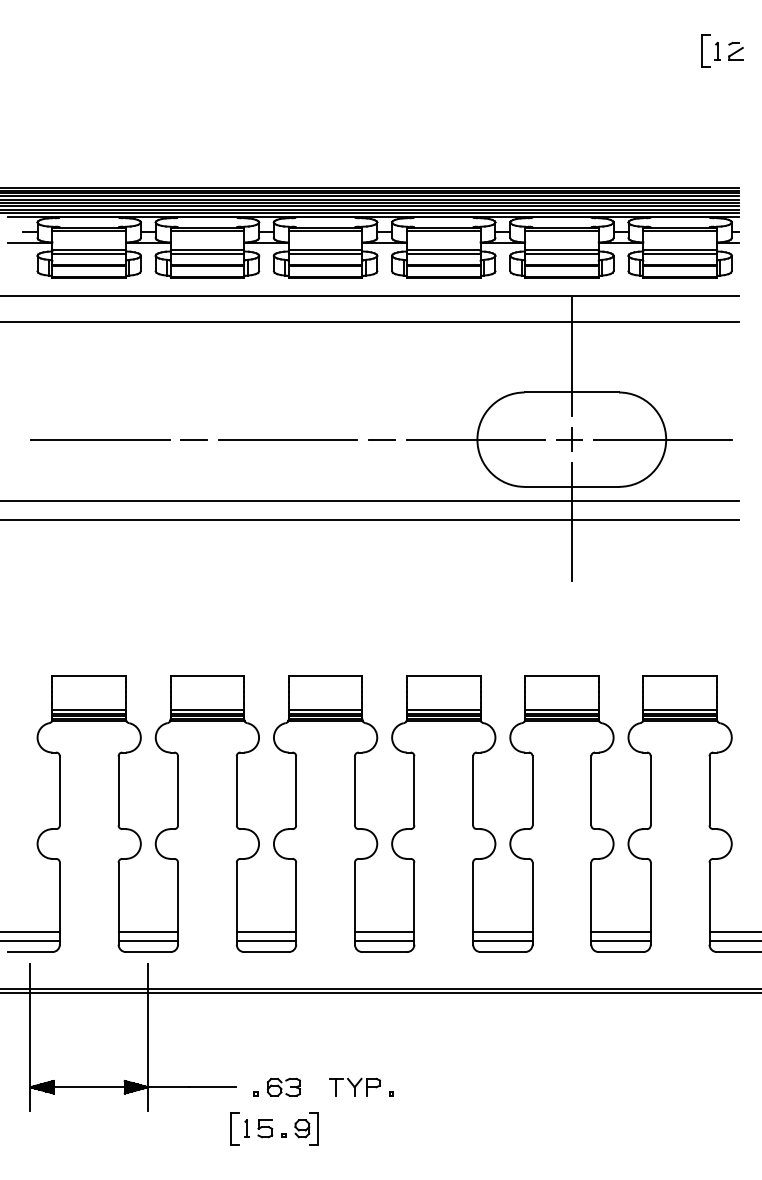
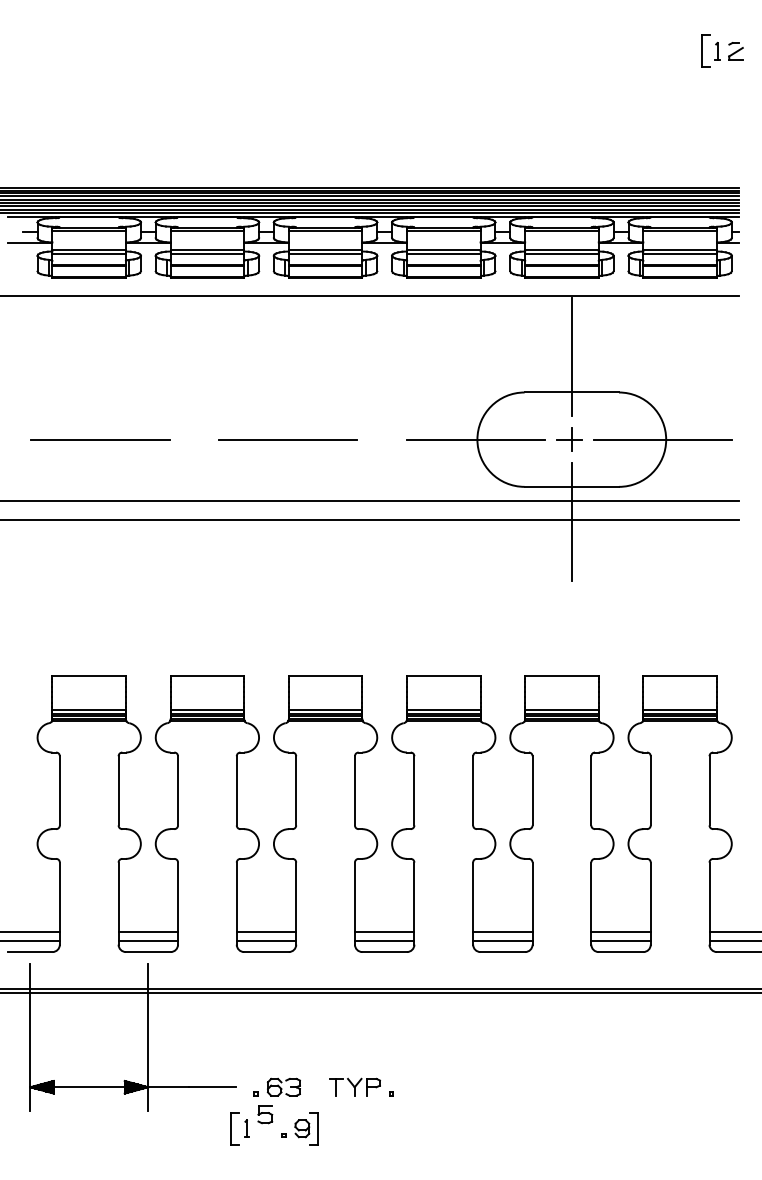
line at (370, 322): present -> none
line at (194, 439): present -> none
line at (381, 439): present -> none
part at (265, 1128) position: (265, 1128) -> (265, 1114)
